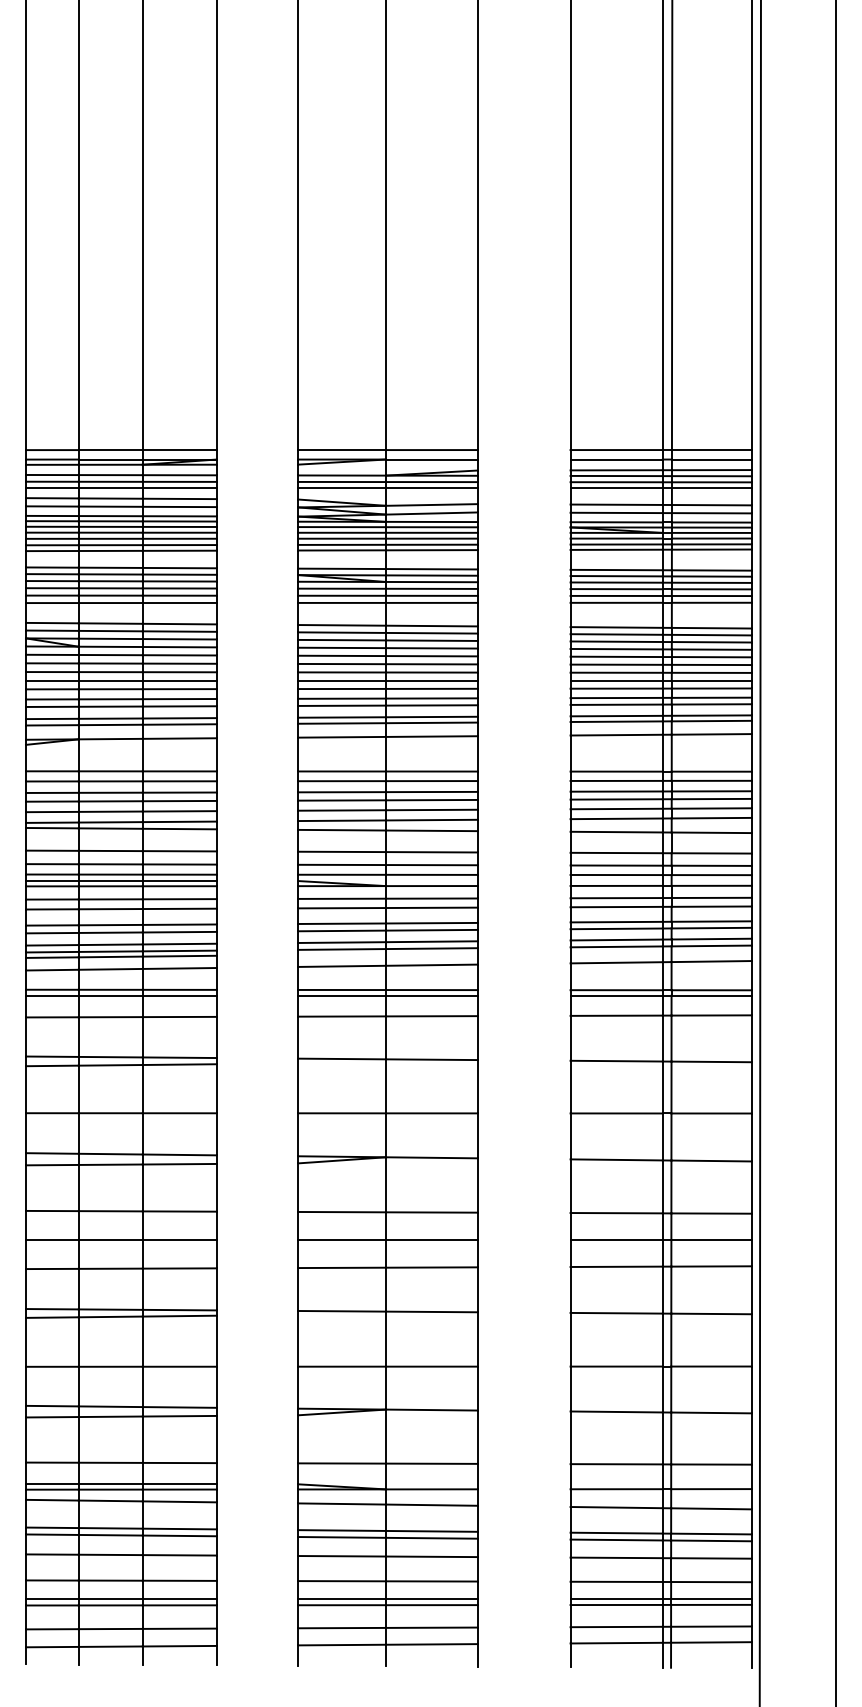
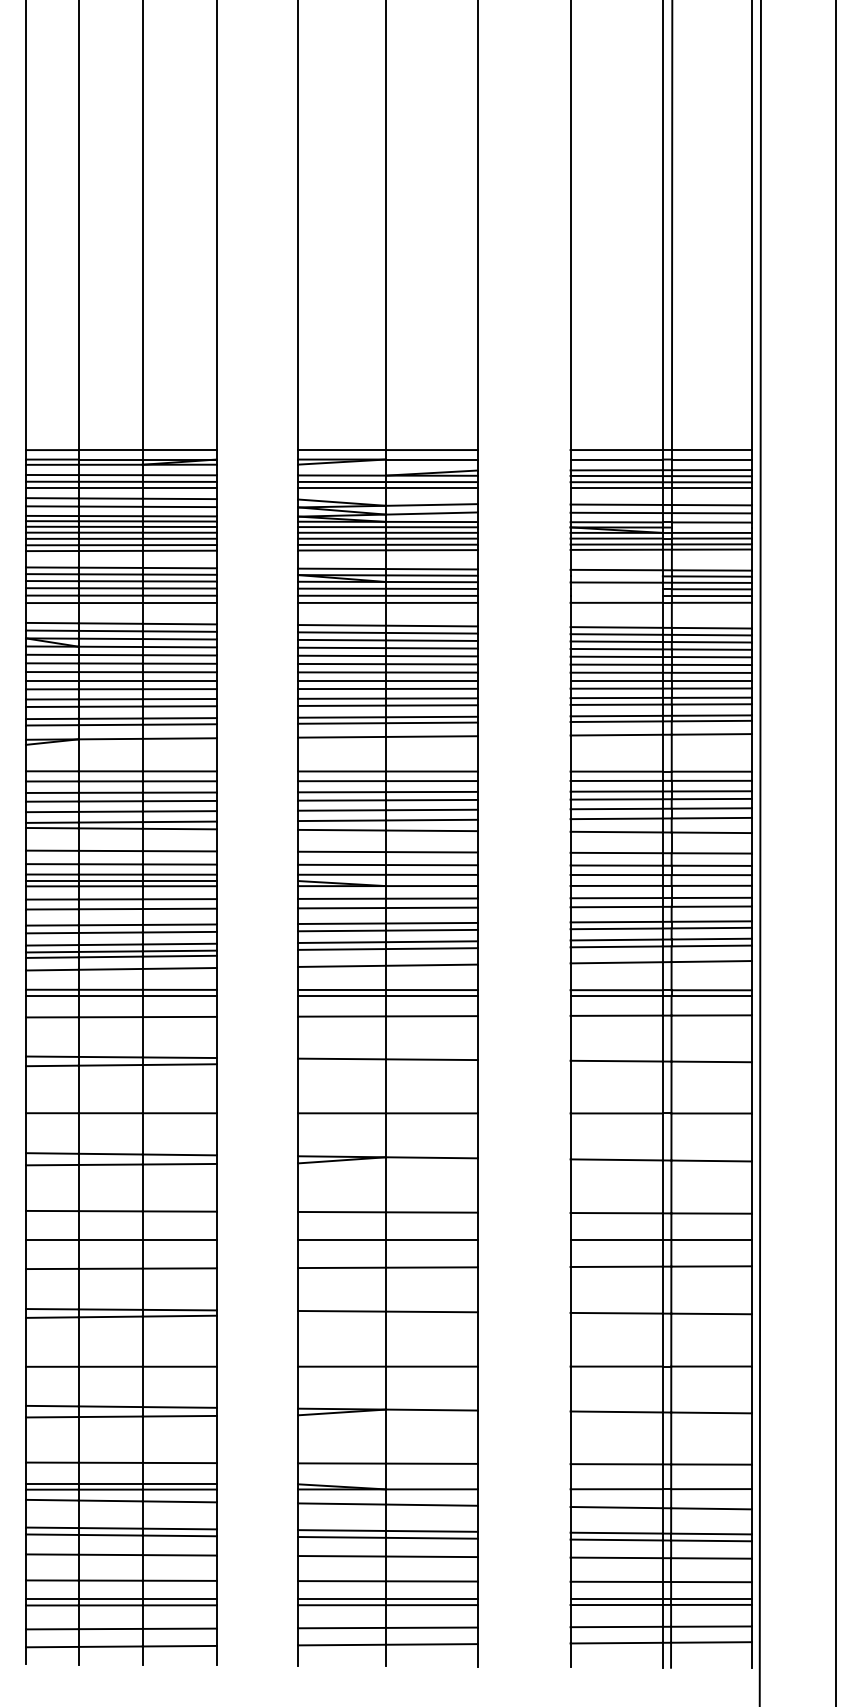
line at (711, 527): present -> none
line at (616, 576): present -> none
line at (616, 589): present -> none
line at (616, 595): present -> none
